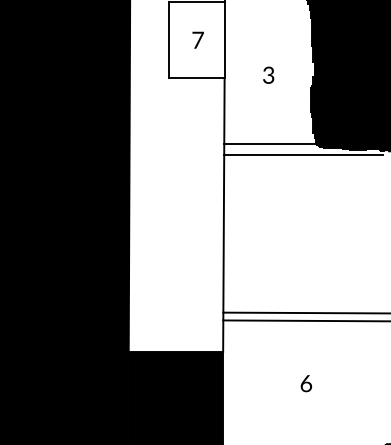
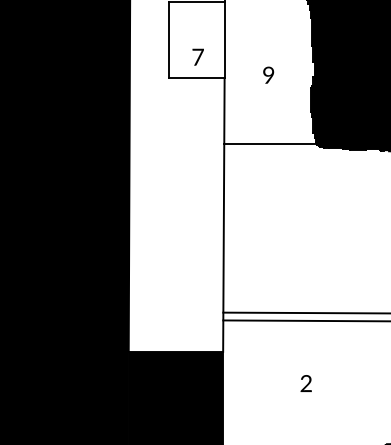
text at (197, 39) position: (197, 39) -> (197, 56)
text at (268, 75): 3 -> 9
line at (303, 154): present -> none
text at (306, 383): 6 -> 2
